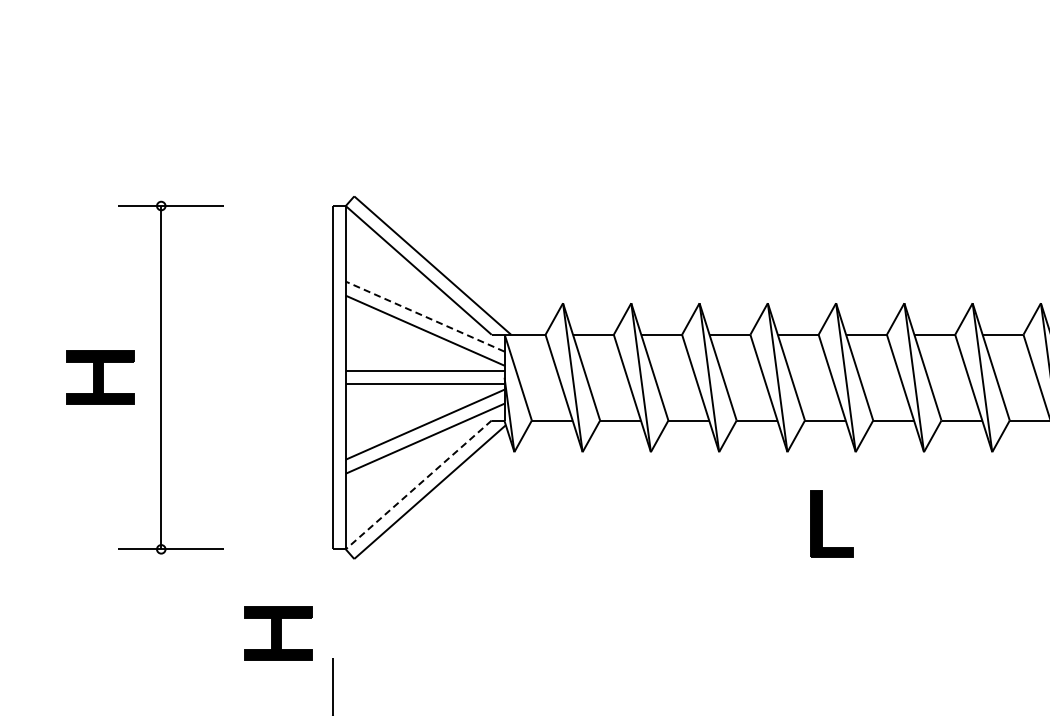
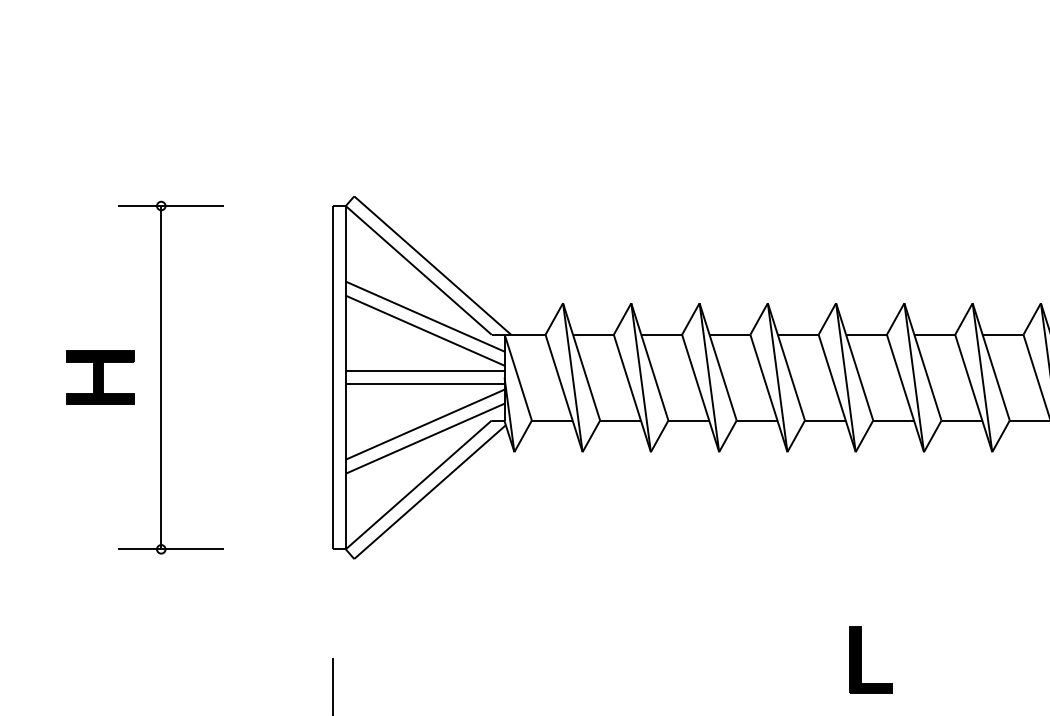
line at (425, 316): dashed -> solid
line at (418, 485): dashed -> solid
part at (822, 523) position: (822, 523) -> (861, 659)
part at (278, 633): present -> none
